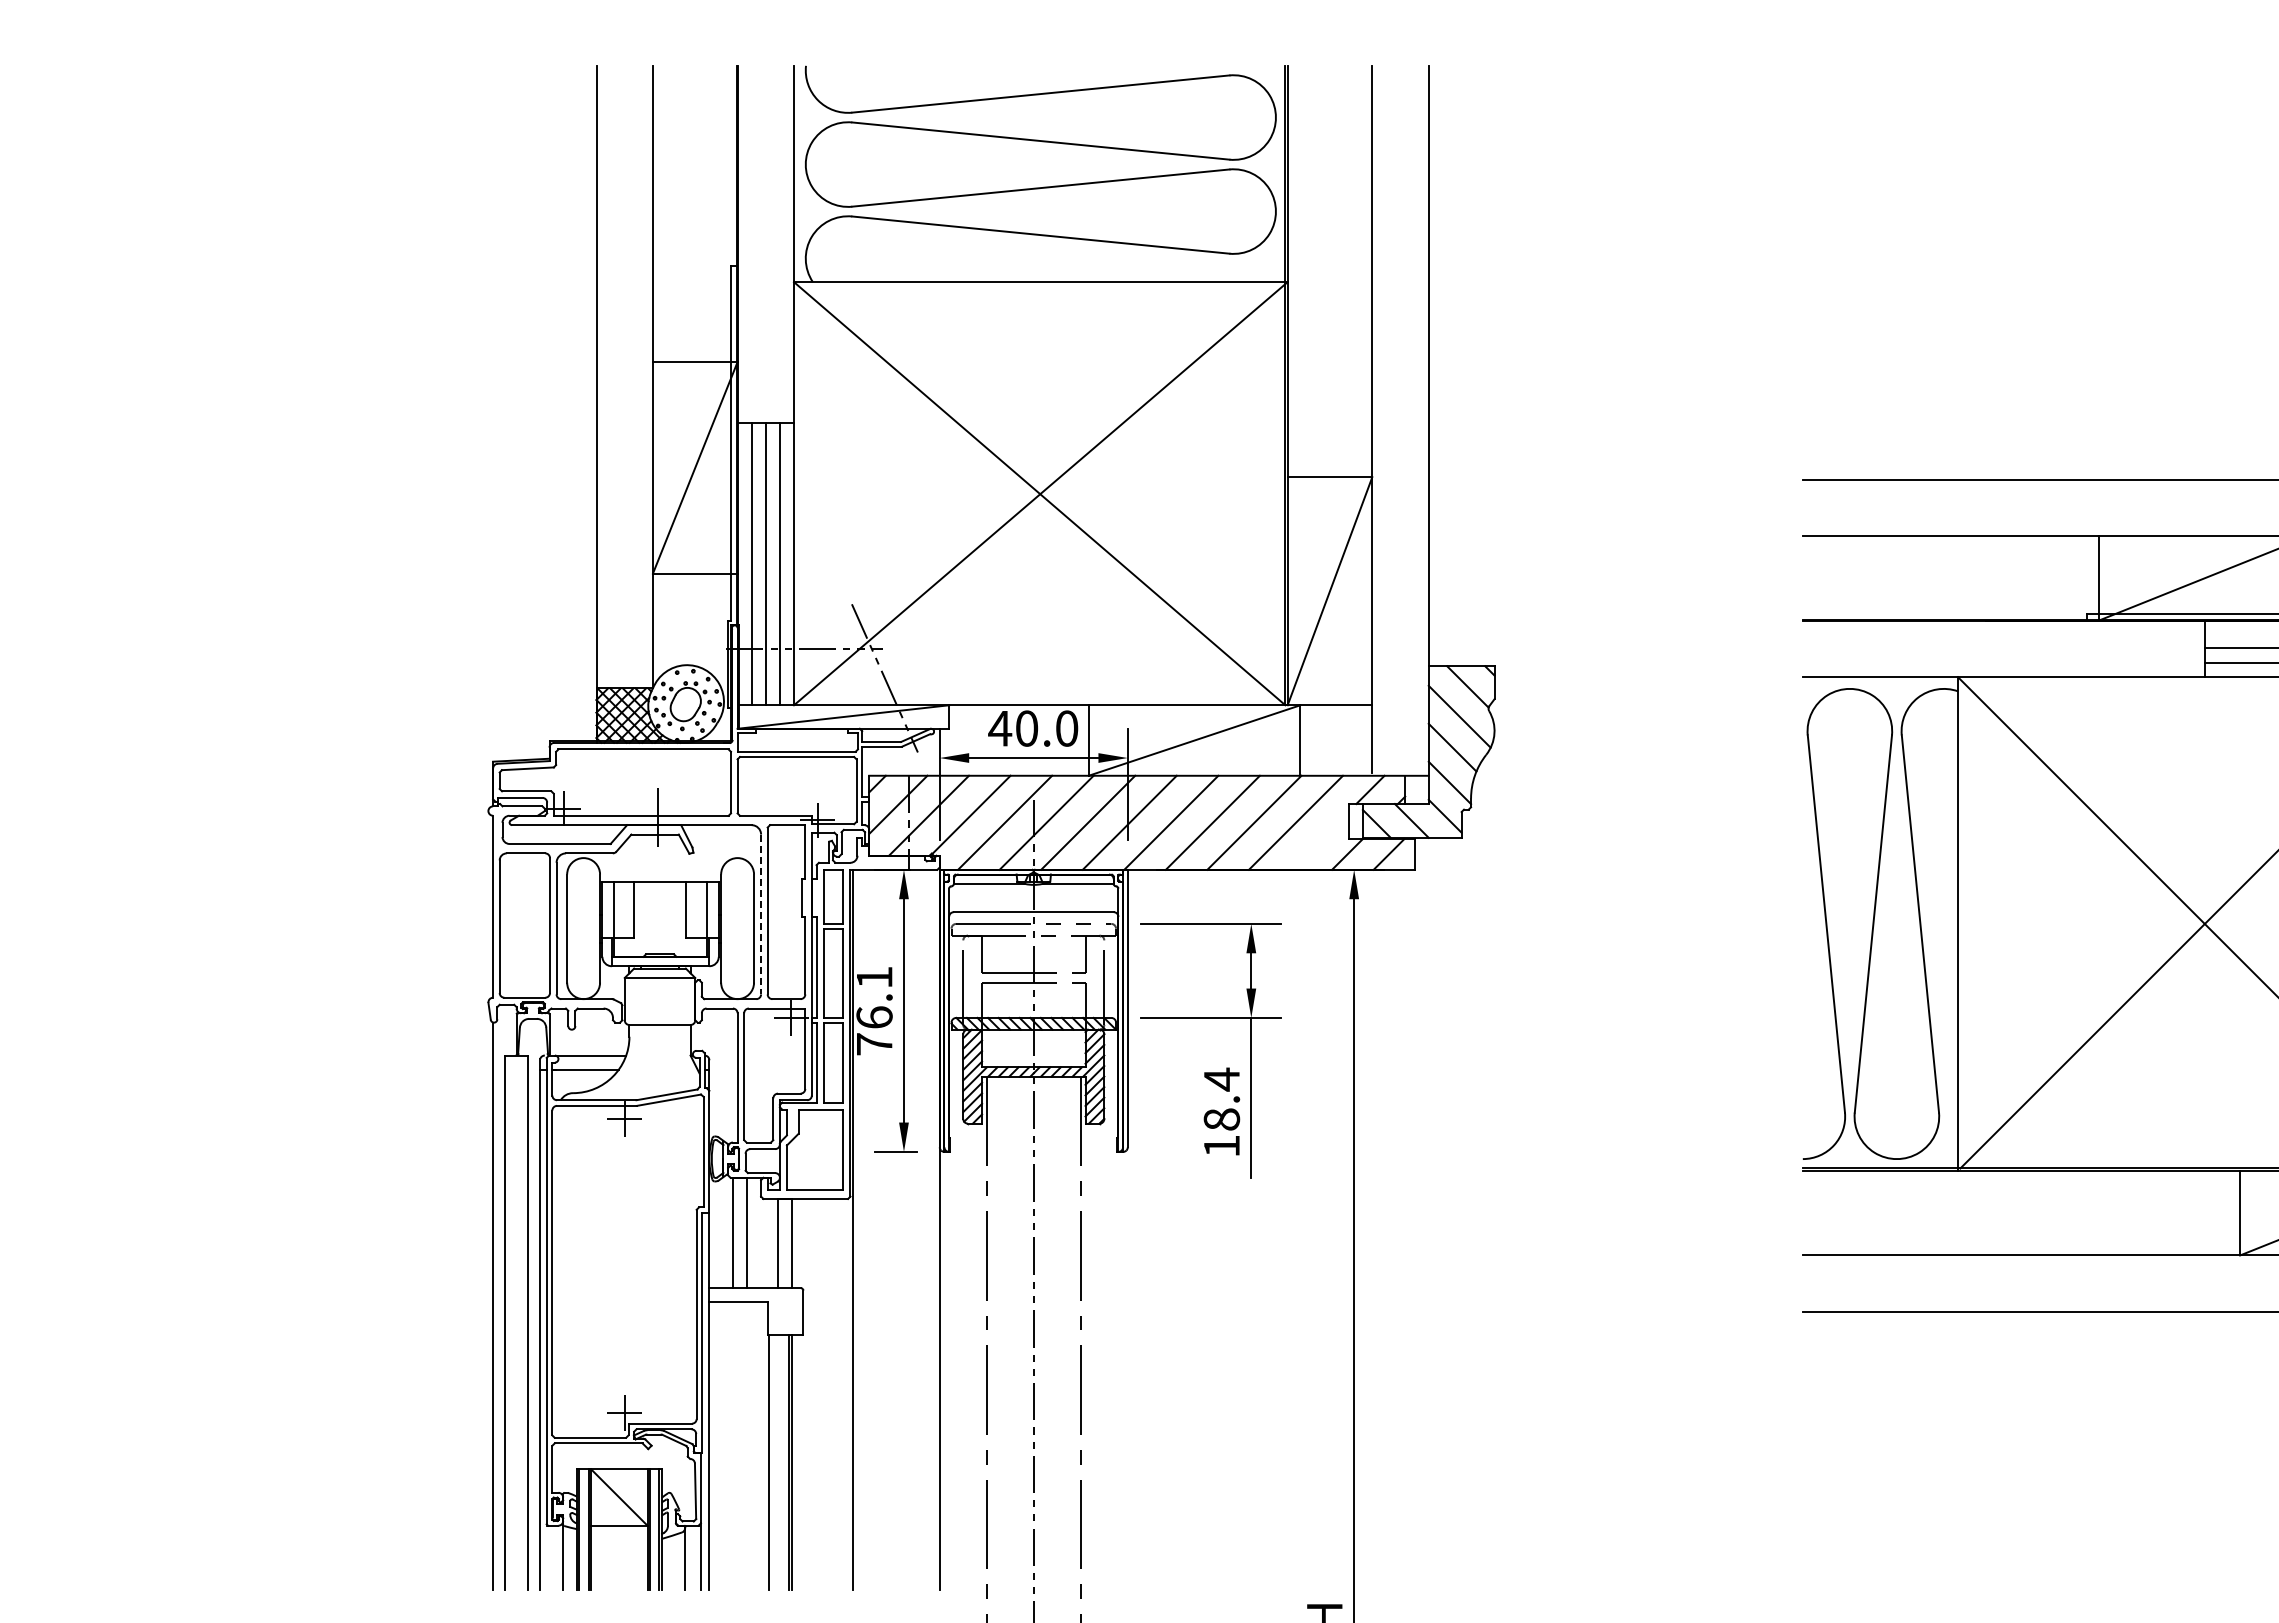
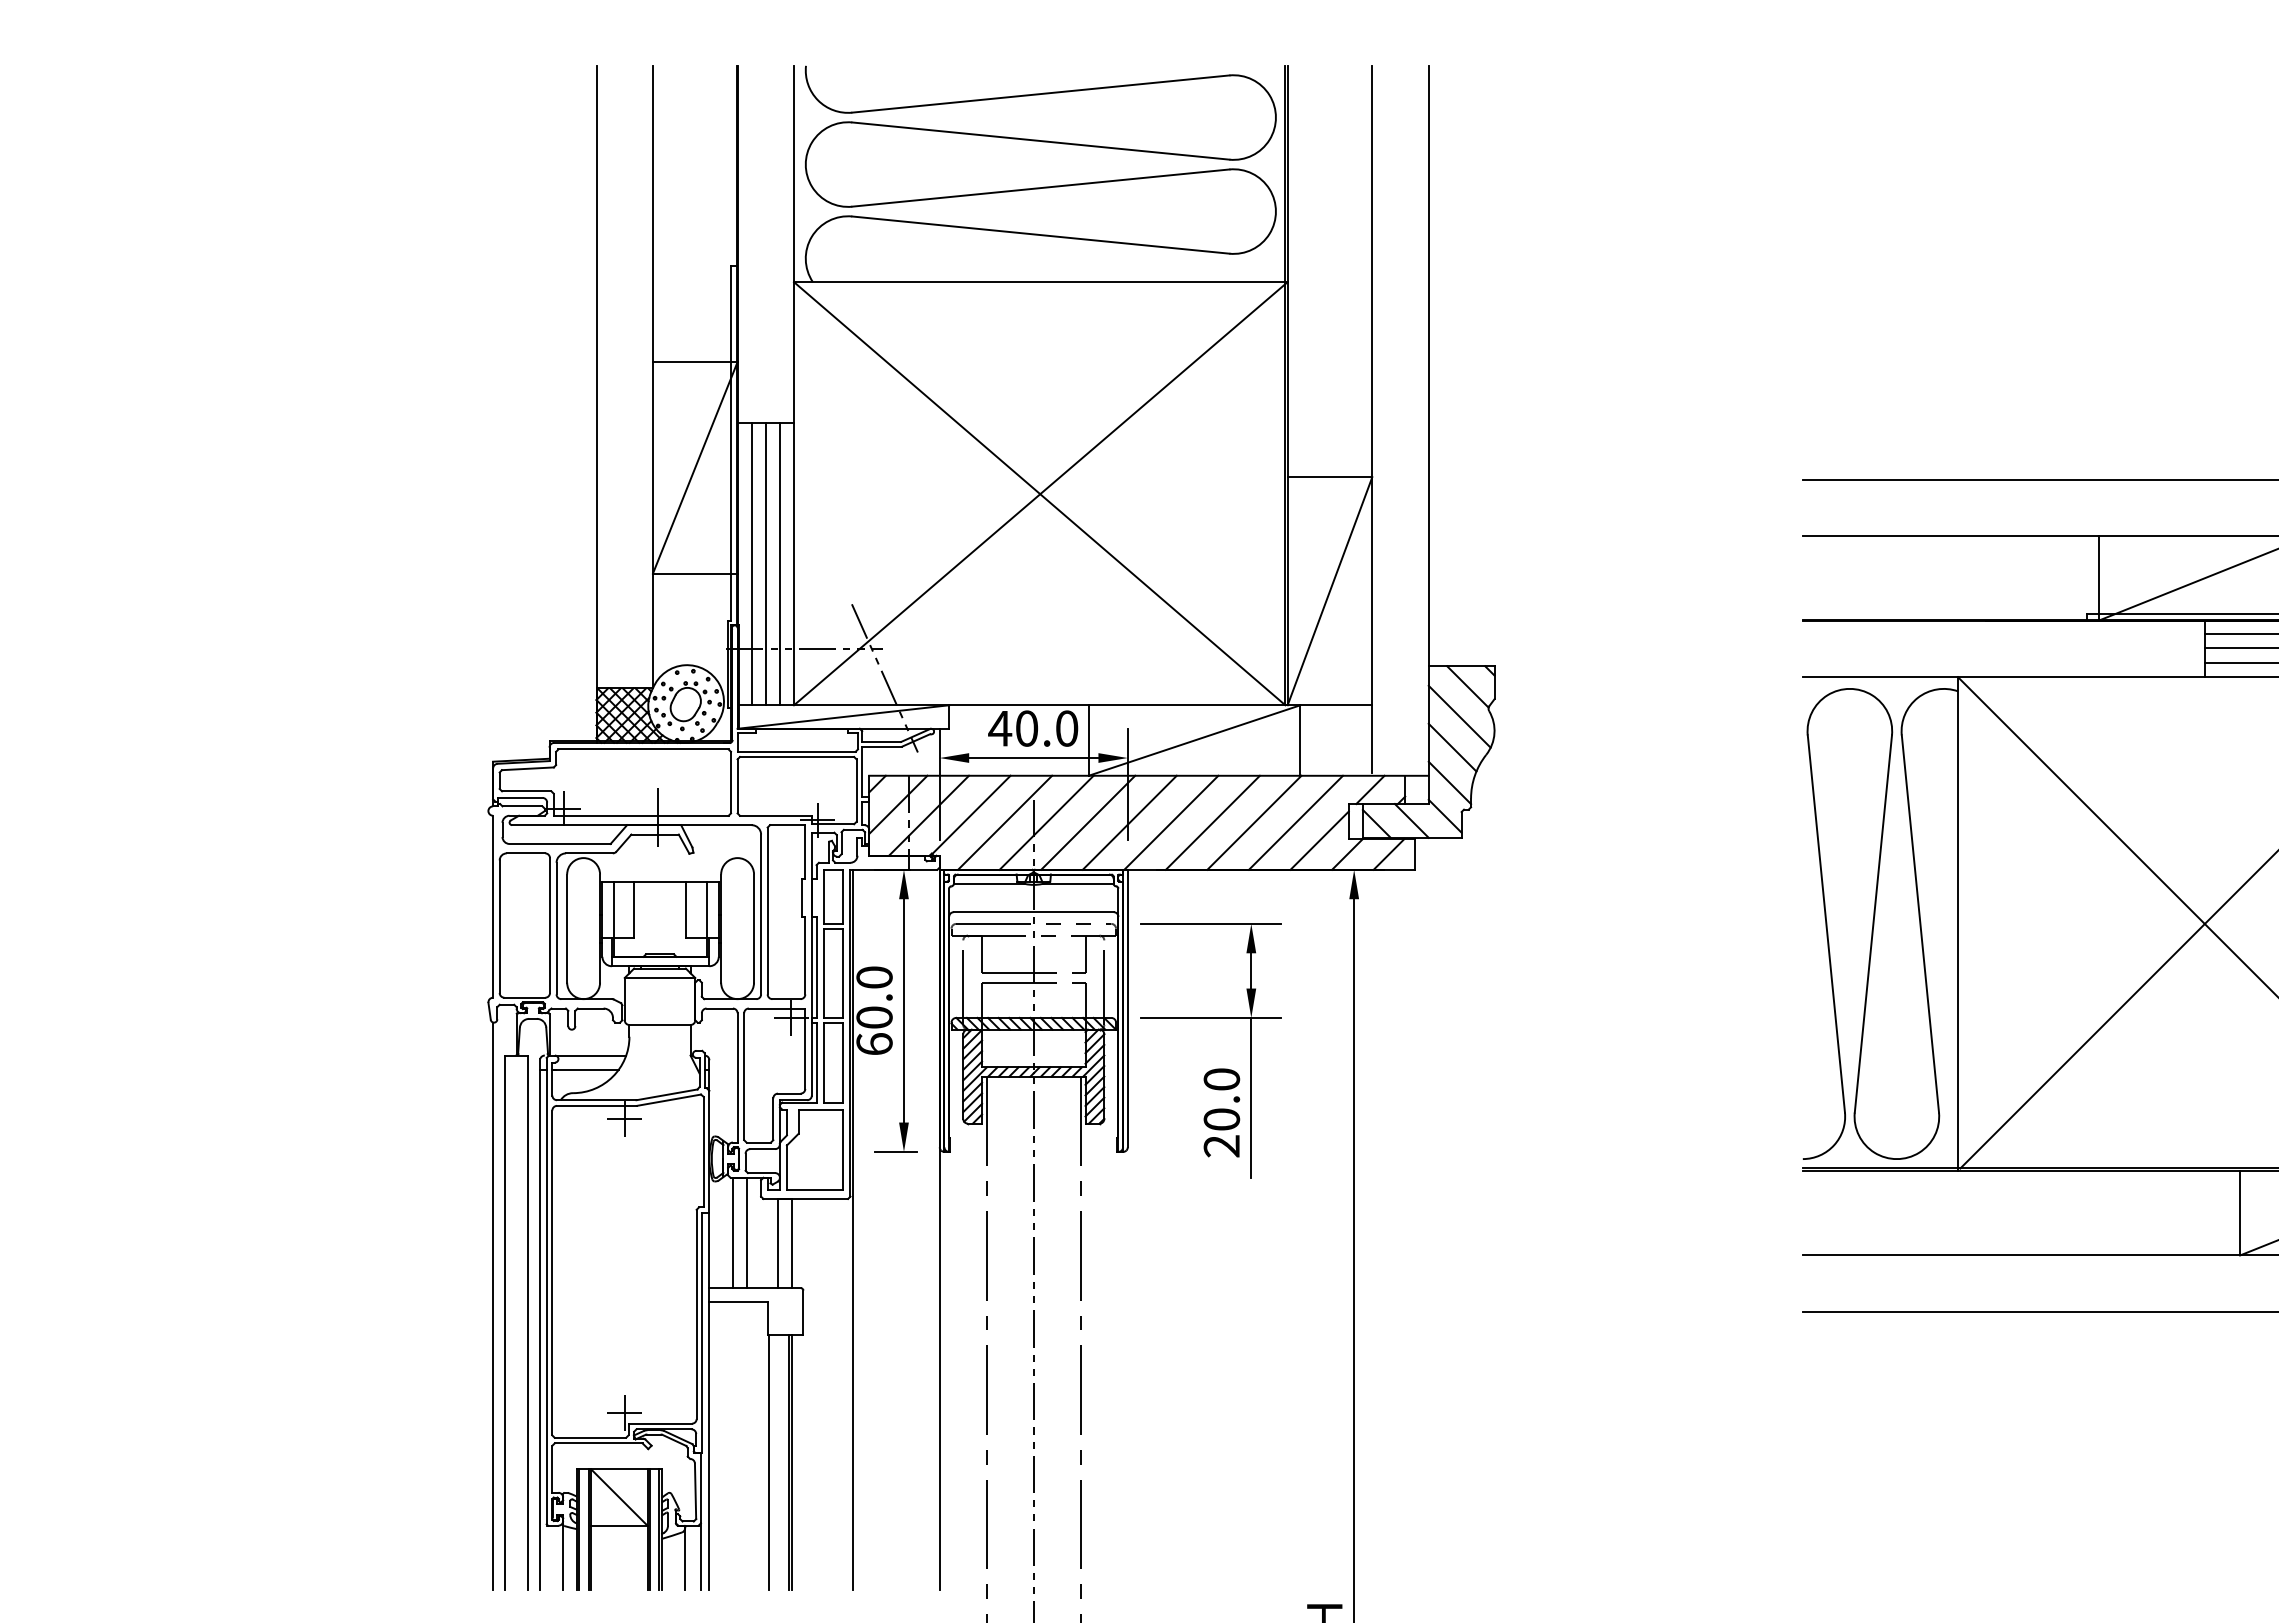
line at (2239, 634): none -> present
line at (1319, 840): none -> present
line at (761, 914): dashed -> solid
text at (874, 1010): 76.1 -> 60.0
text at (1221, 1112): 18.4 -> 20.0
